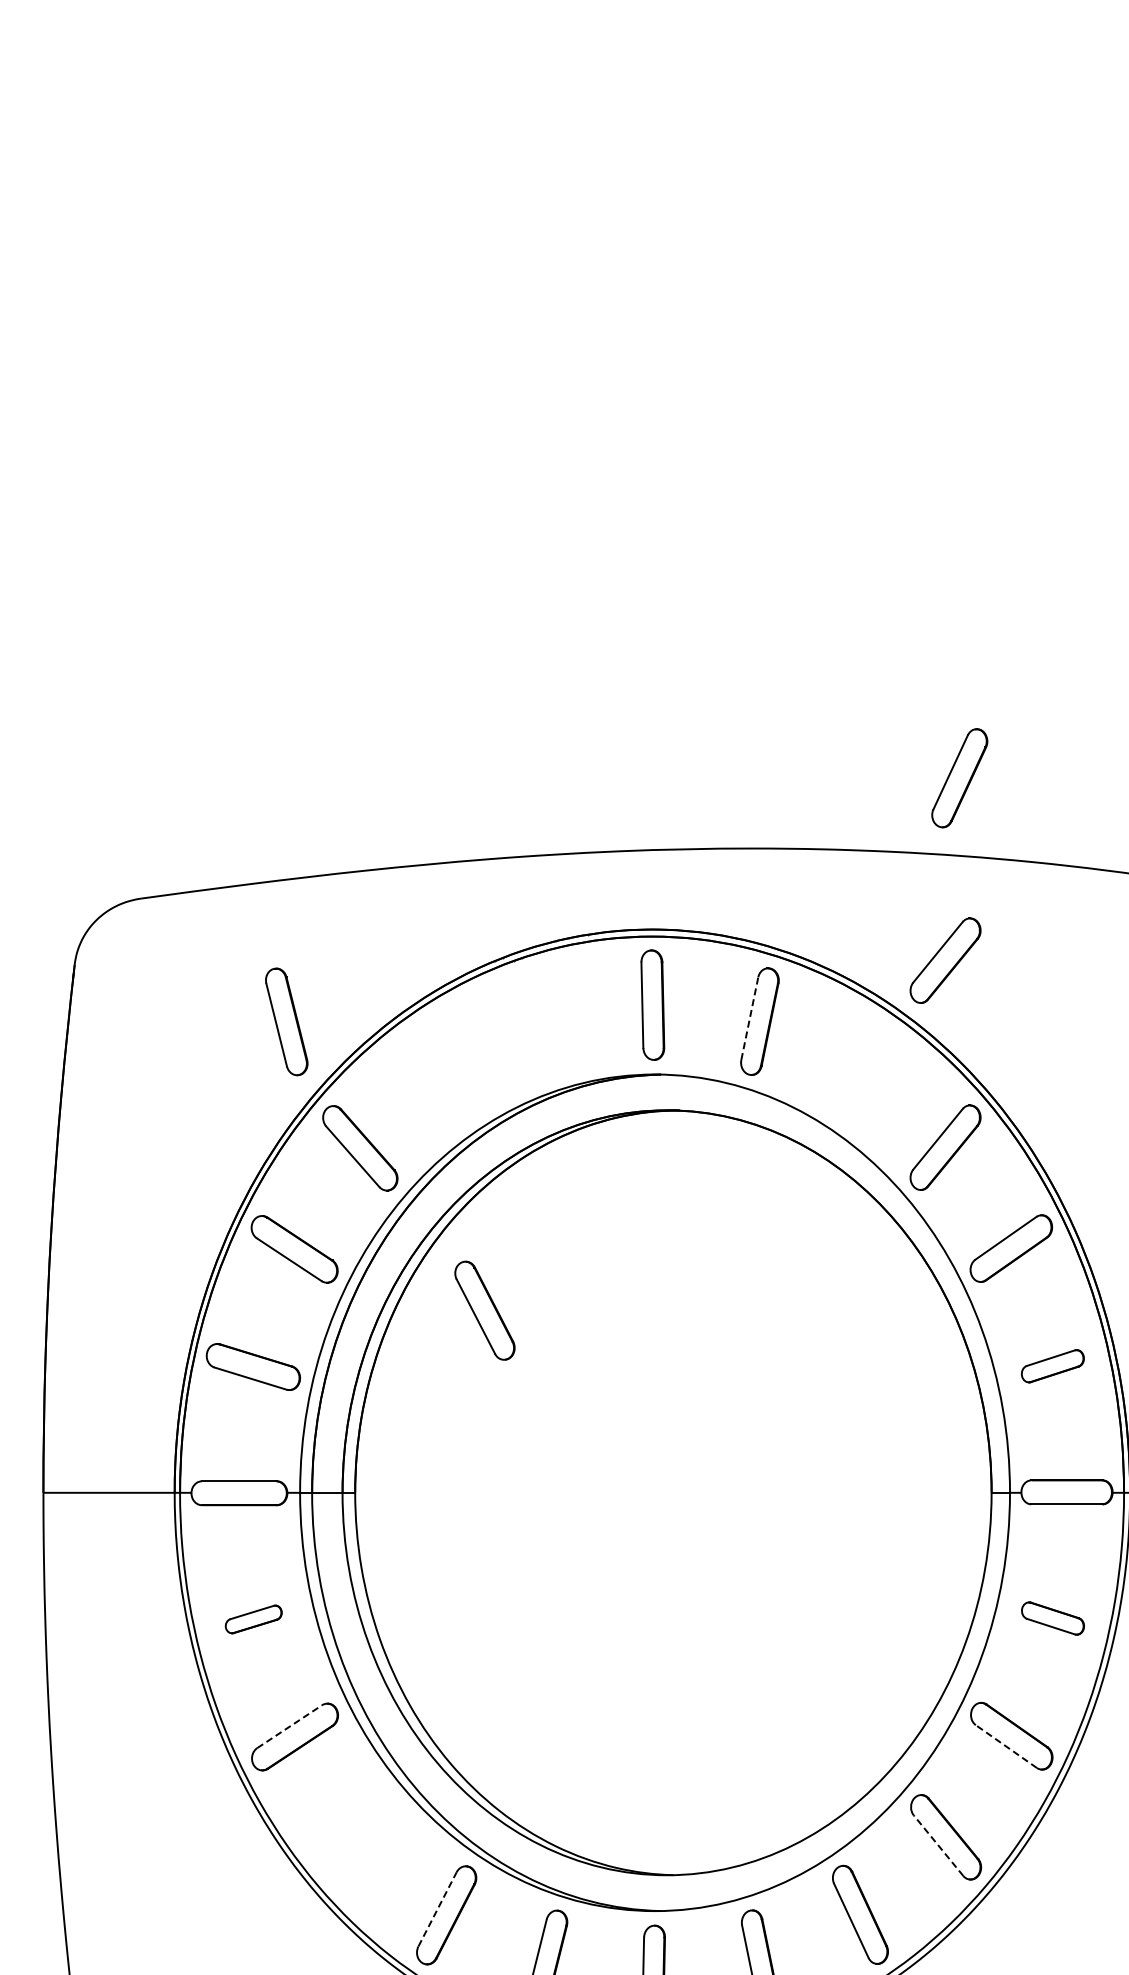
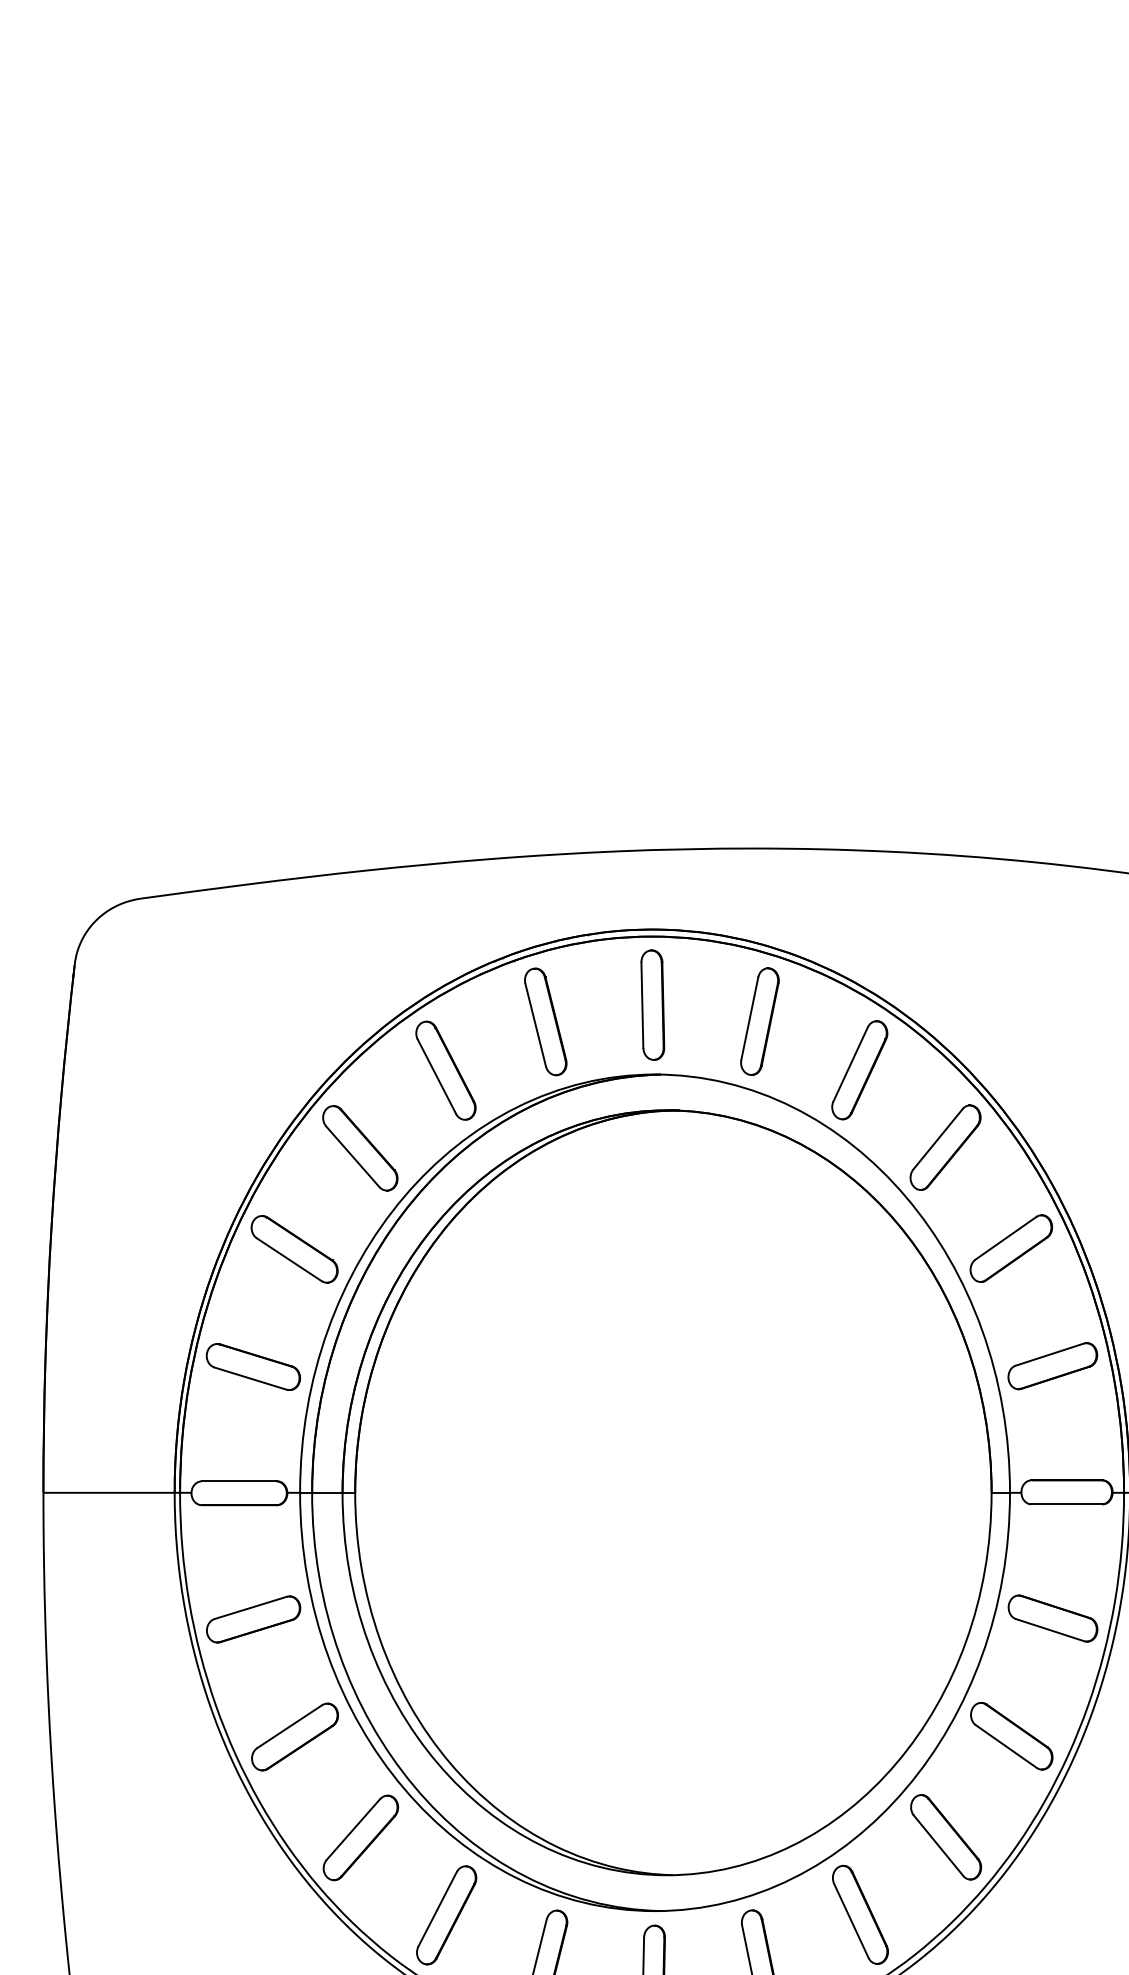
part at (959, 778) position: (959, 778) -> (859, 1070)
part at (945, 960): present -> none
line at (749, 1018): dashed -> solid
part at (286, 1021) position: (286, 1021) -> (545, 1021)
part at (484, 1310) position: (484, 1310) -> (445, 1070)
part at (1052, 1366) size: 65x35 px -> 92x49 px
part at (1052, 1618) size: 64x35 px -> 92x49 px
part at (253, 1619) size: 59x31 px -> 96x49 px
line at (289, 1726): dashed -> solid
line at (1005, 1746): dashed -> solid
part at (360, 1837): none -> present
line at (938, 1845): dashed -> solid
line at (437, 1909): dashed -> solid
